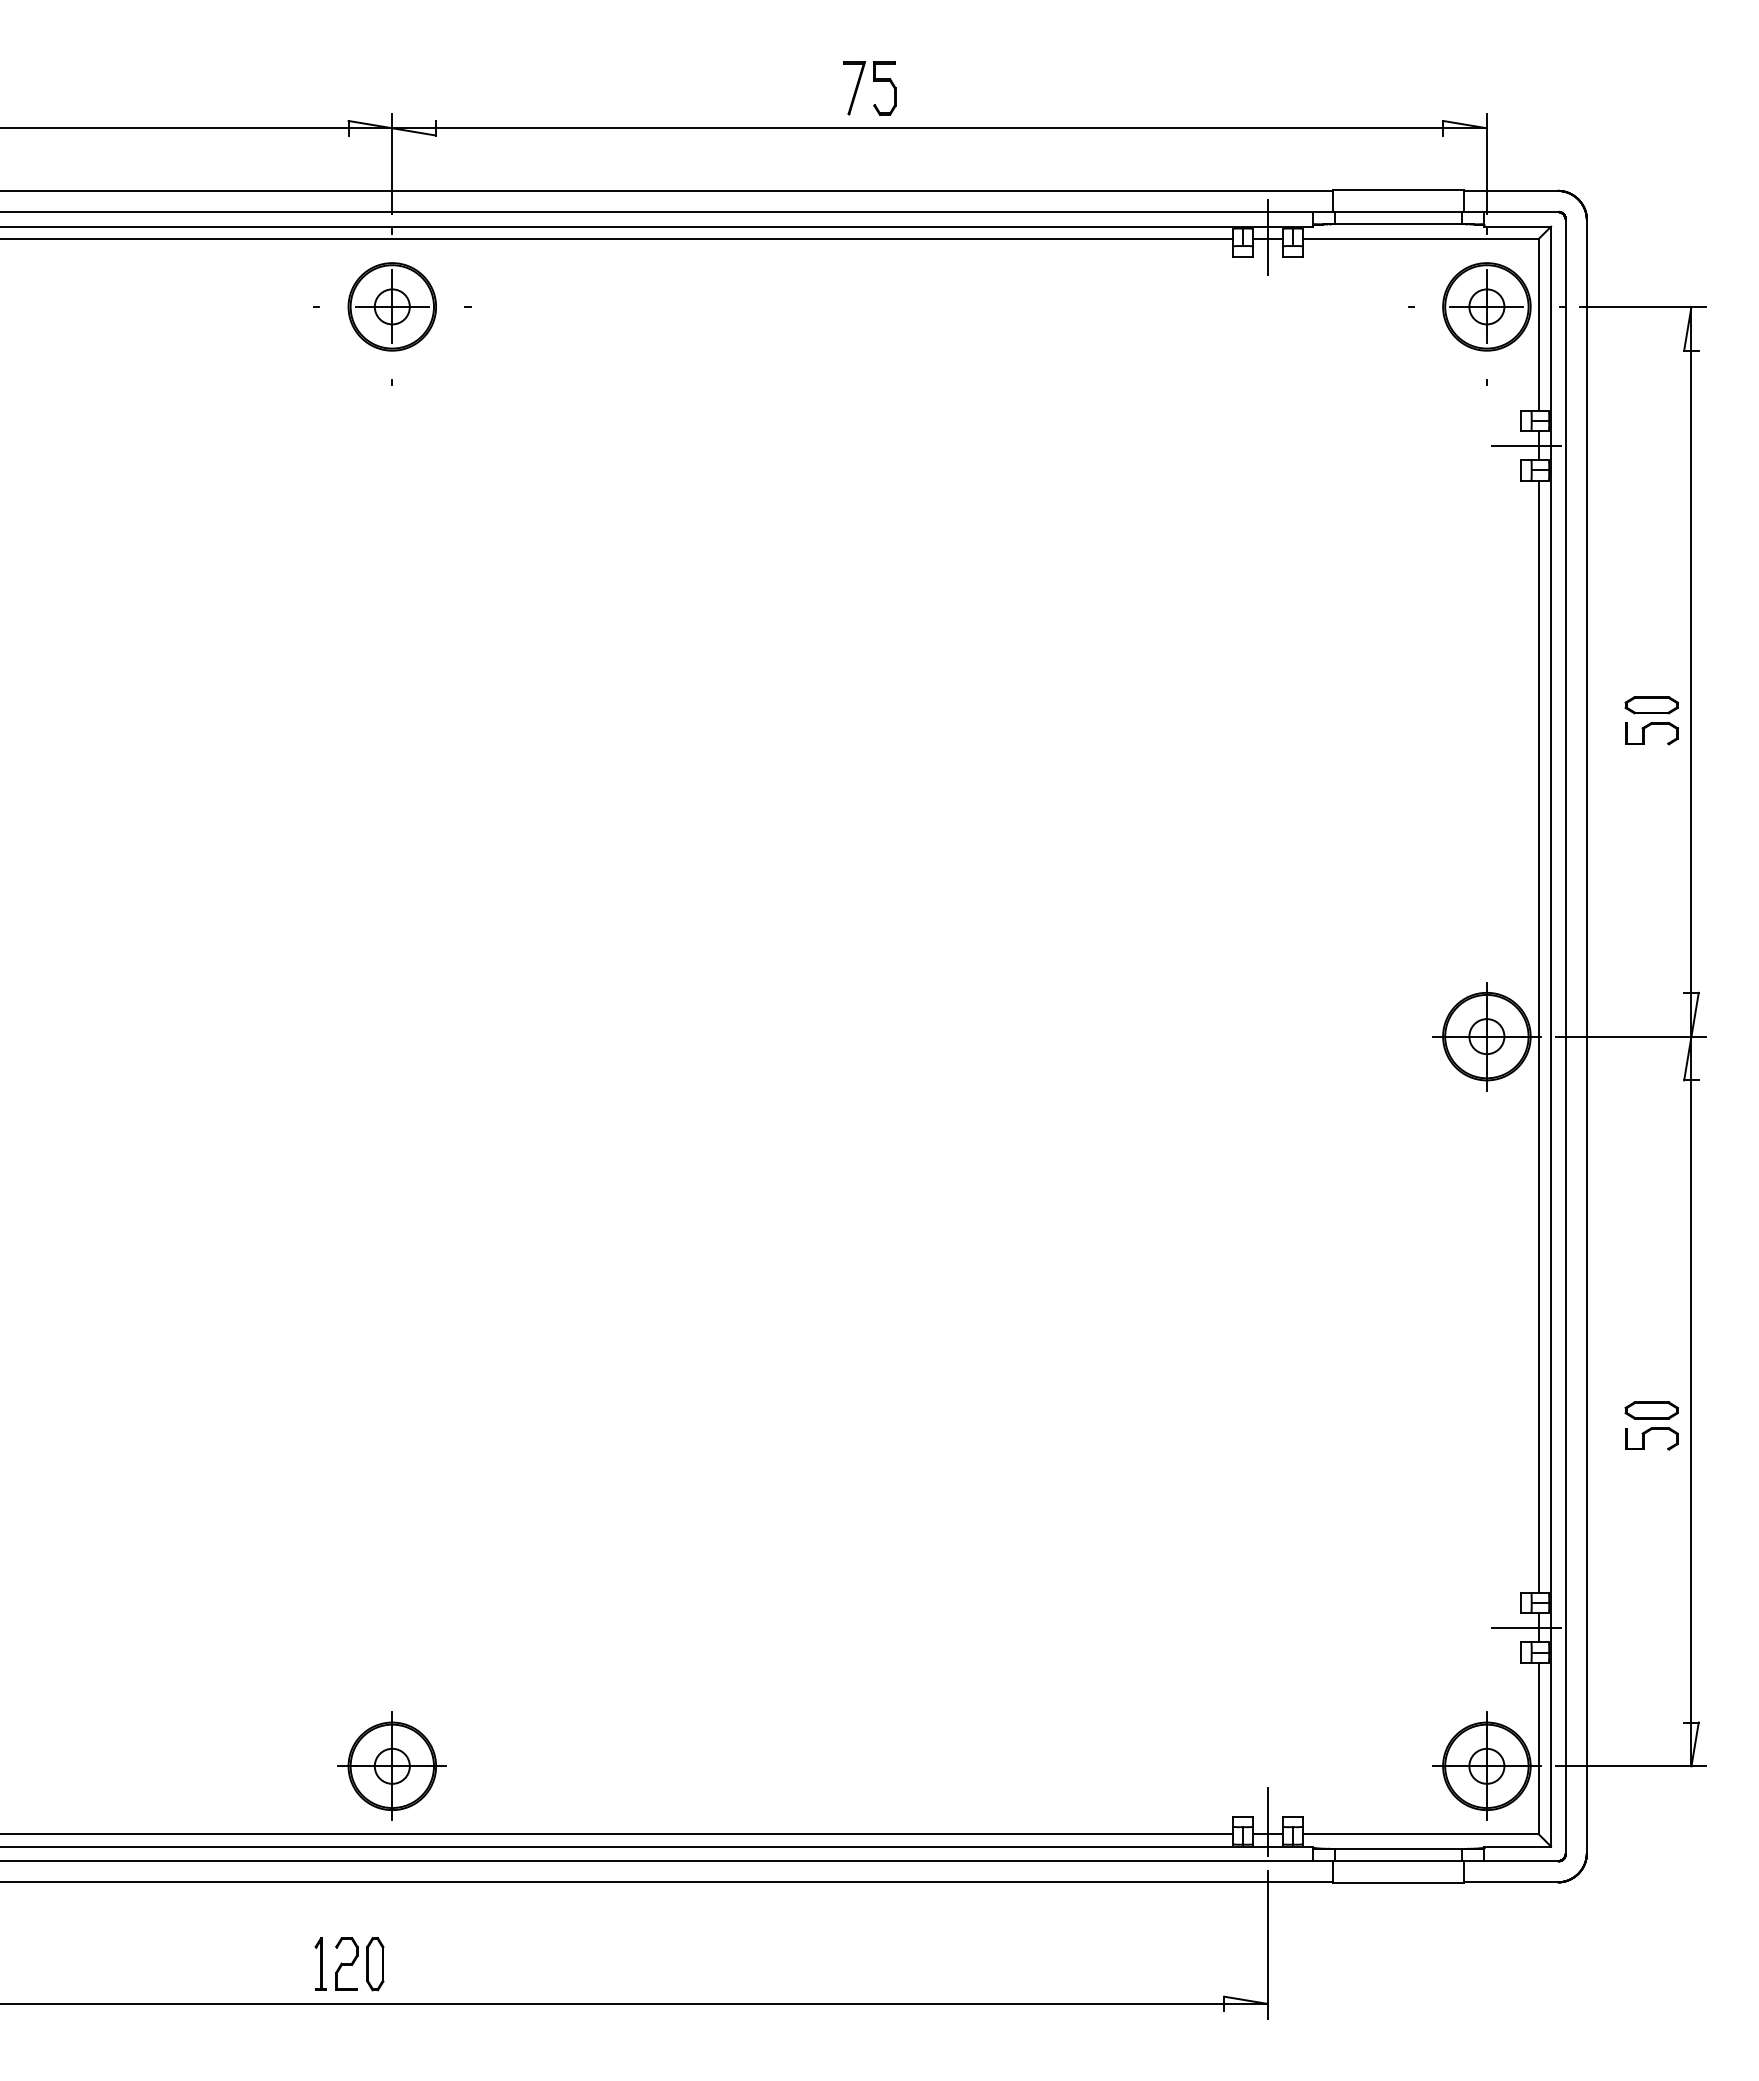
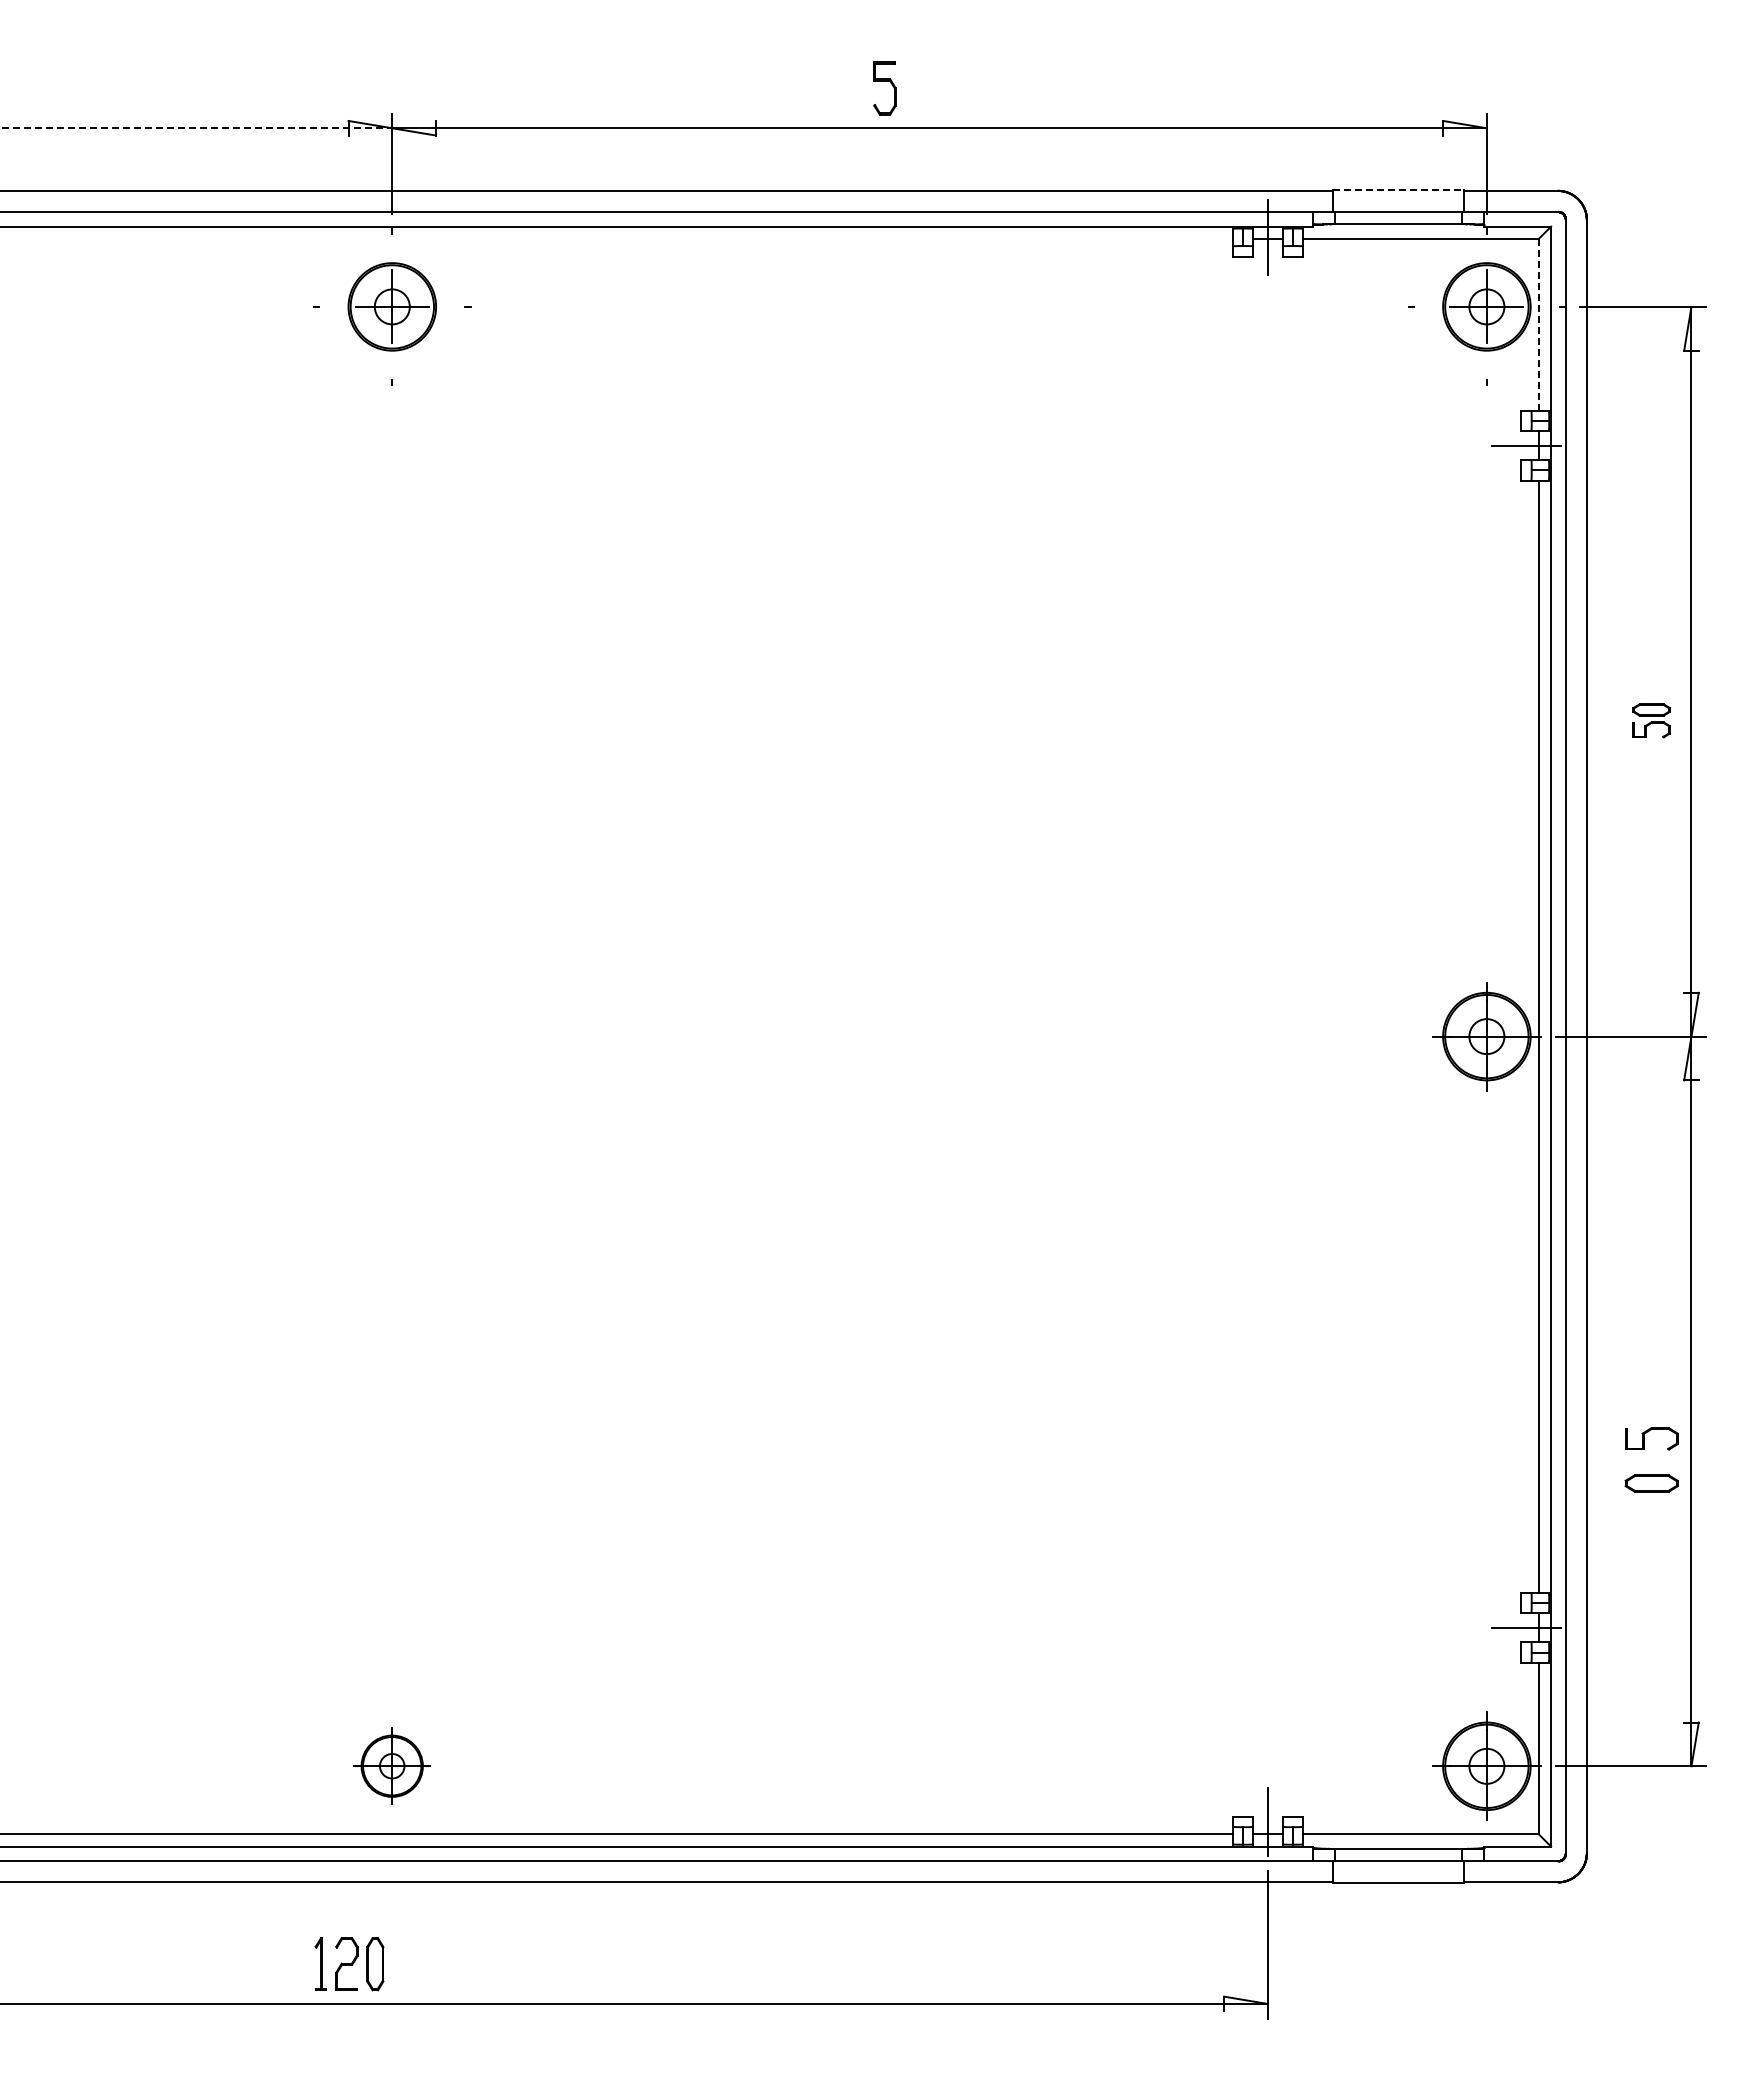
part at (854, 88): present -> none
line at (196, 128): solid -> dashed
line at (1398, 190): solid -> dashed
line at (617, 239): present -> none
line at (1538, 324): solid -> dashed
part at (1651, 720) size: 55x50 px -> 39x36 px
part at (1651, 1410) position: (1651, 1410) -> (1651, 1483)
part at (391, 1765) size: 110x110 px -> 78x78 px
